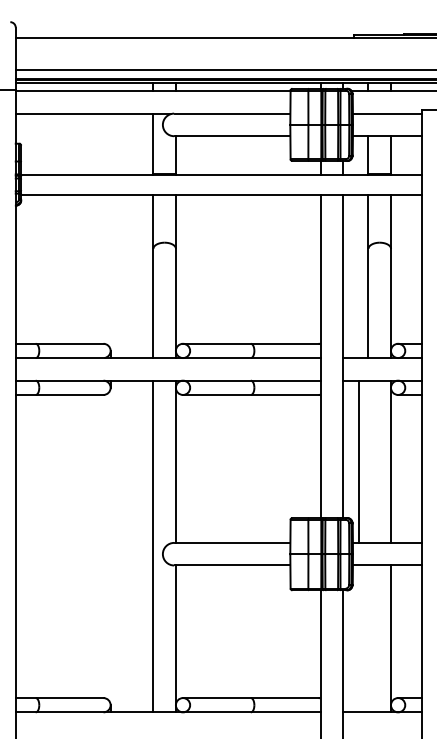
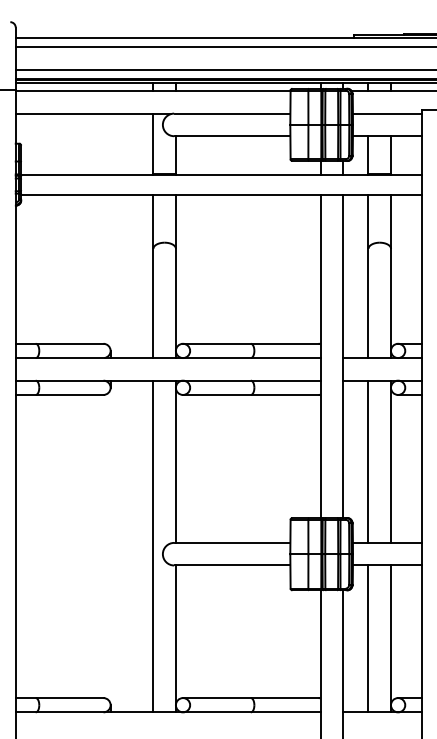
line at (224, 47): none -> present
line at (359, 461) position: (359, 461) -> (368, 461)
line at (368, 638): none -> present
